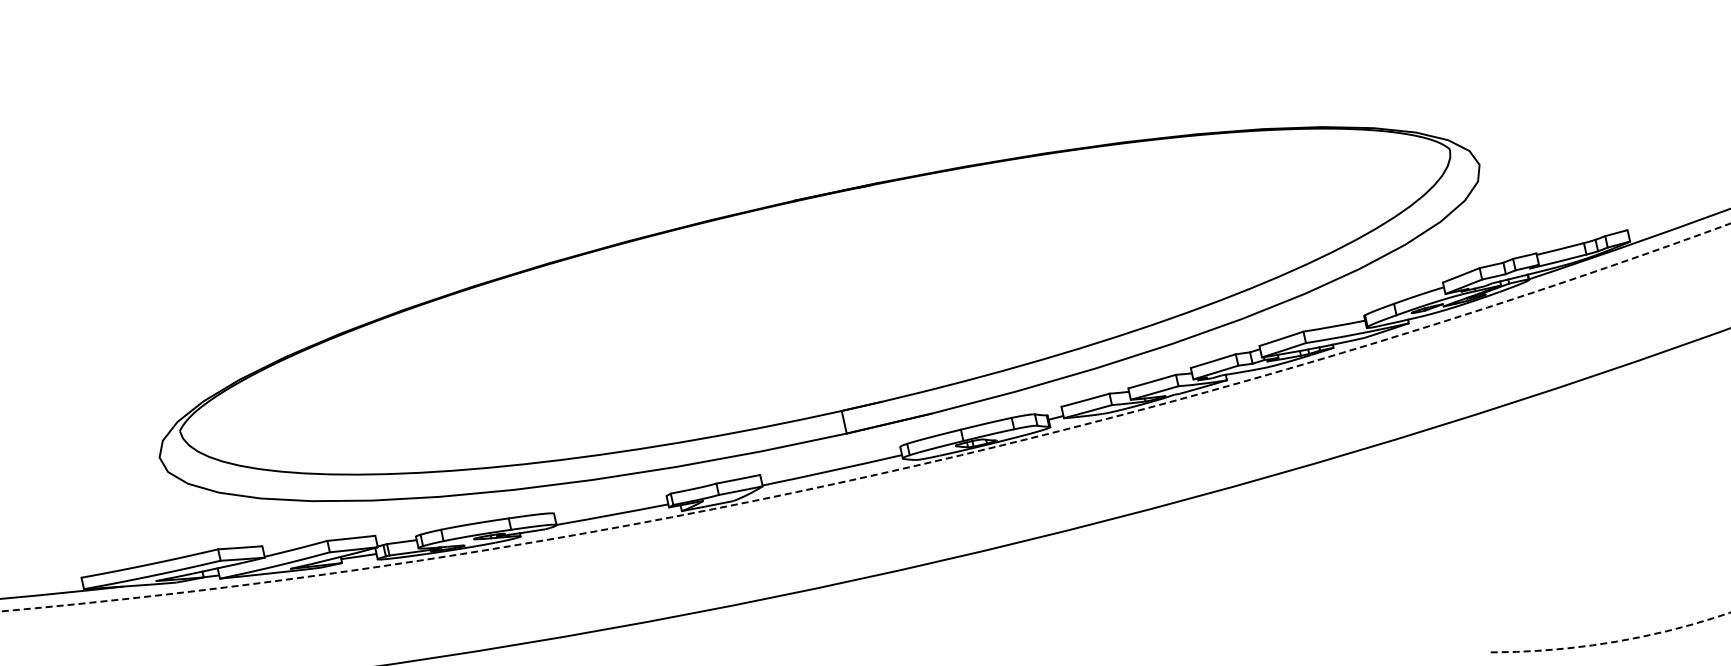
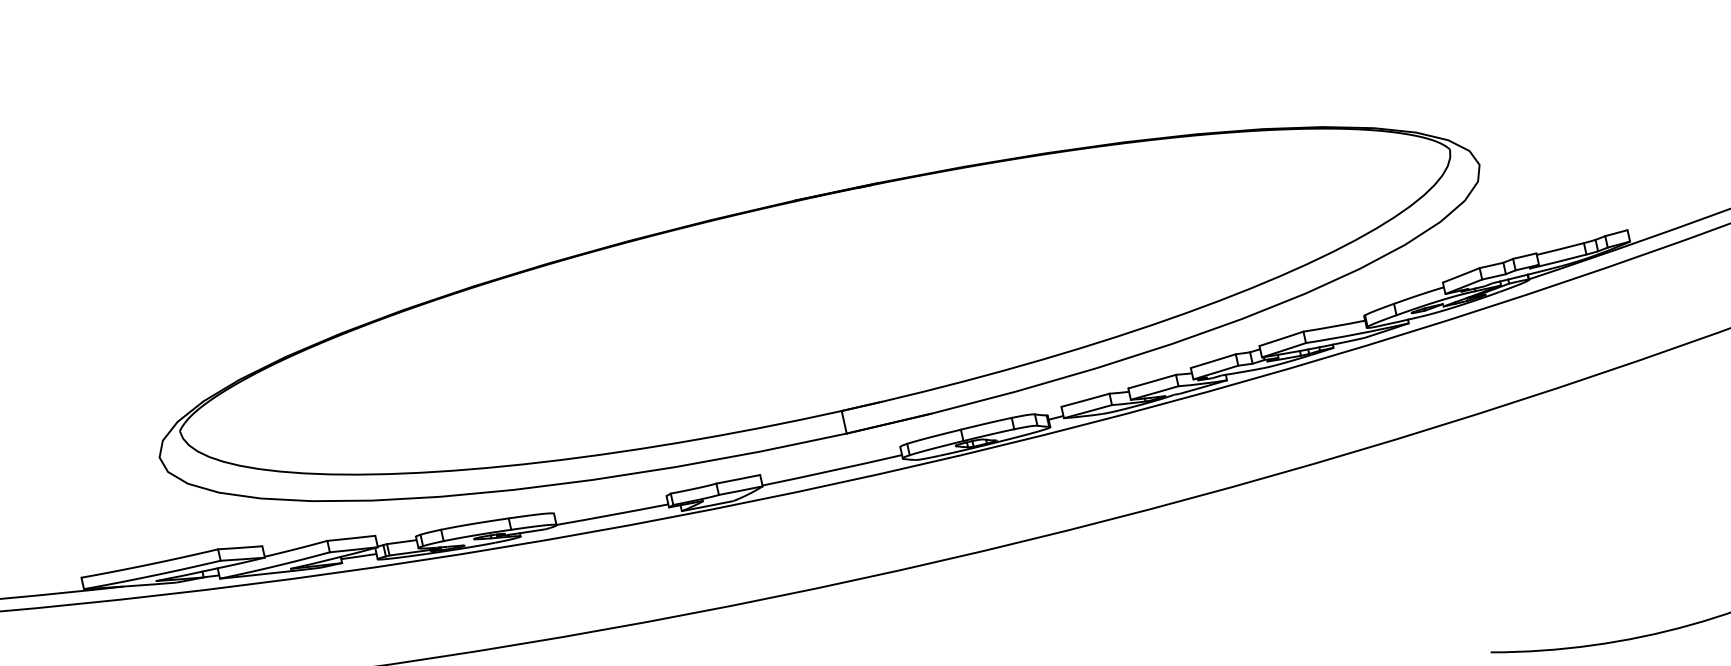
circle at (865, 417): dashed -> solid
arc at (1613, 642): dashed -> solid
